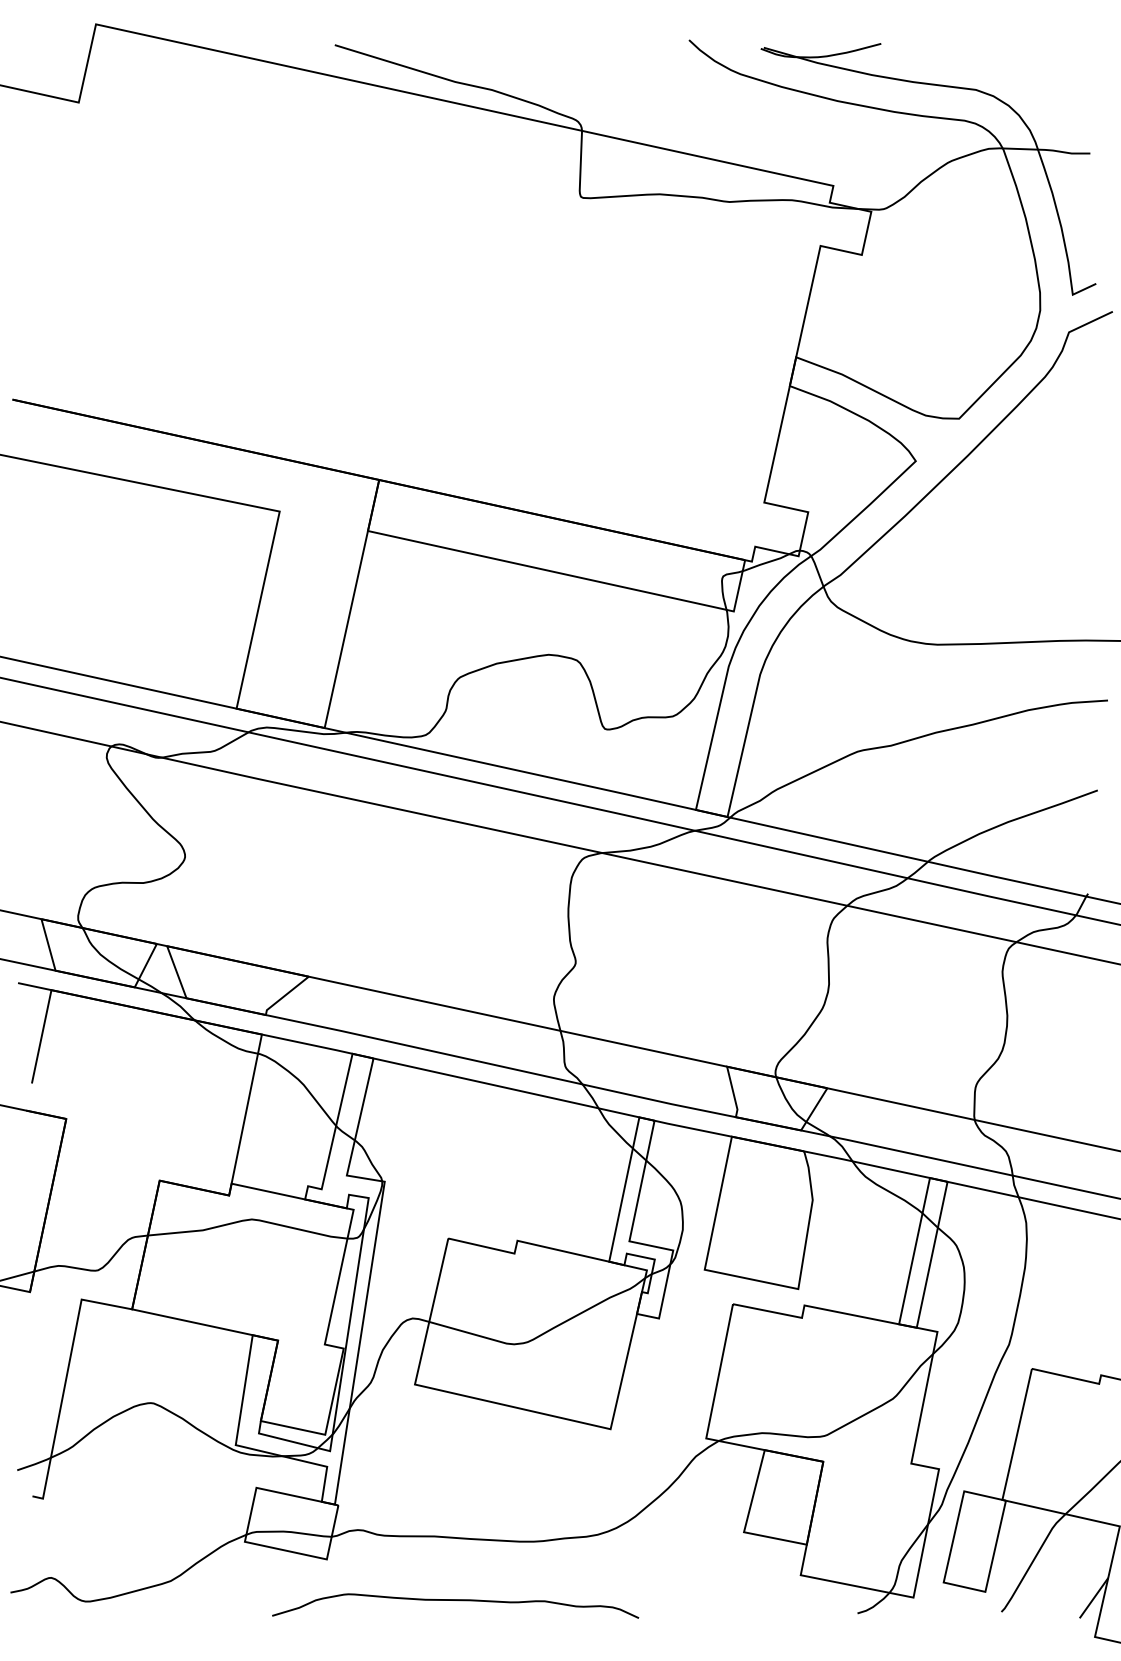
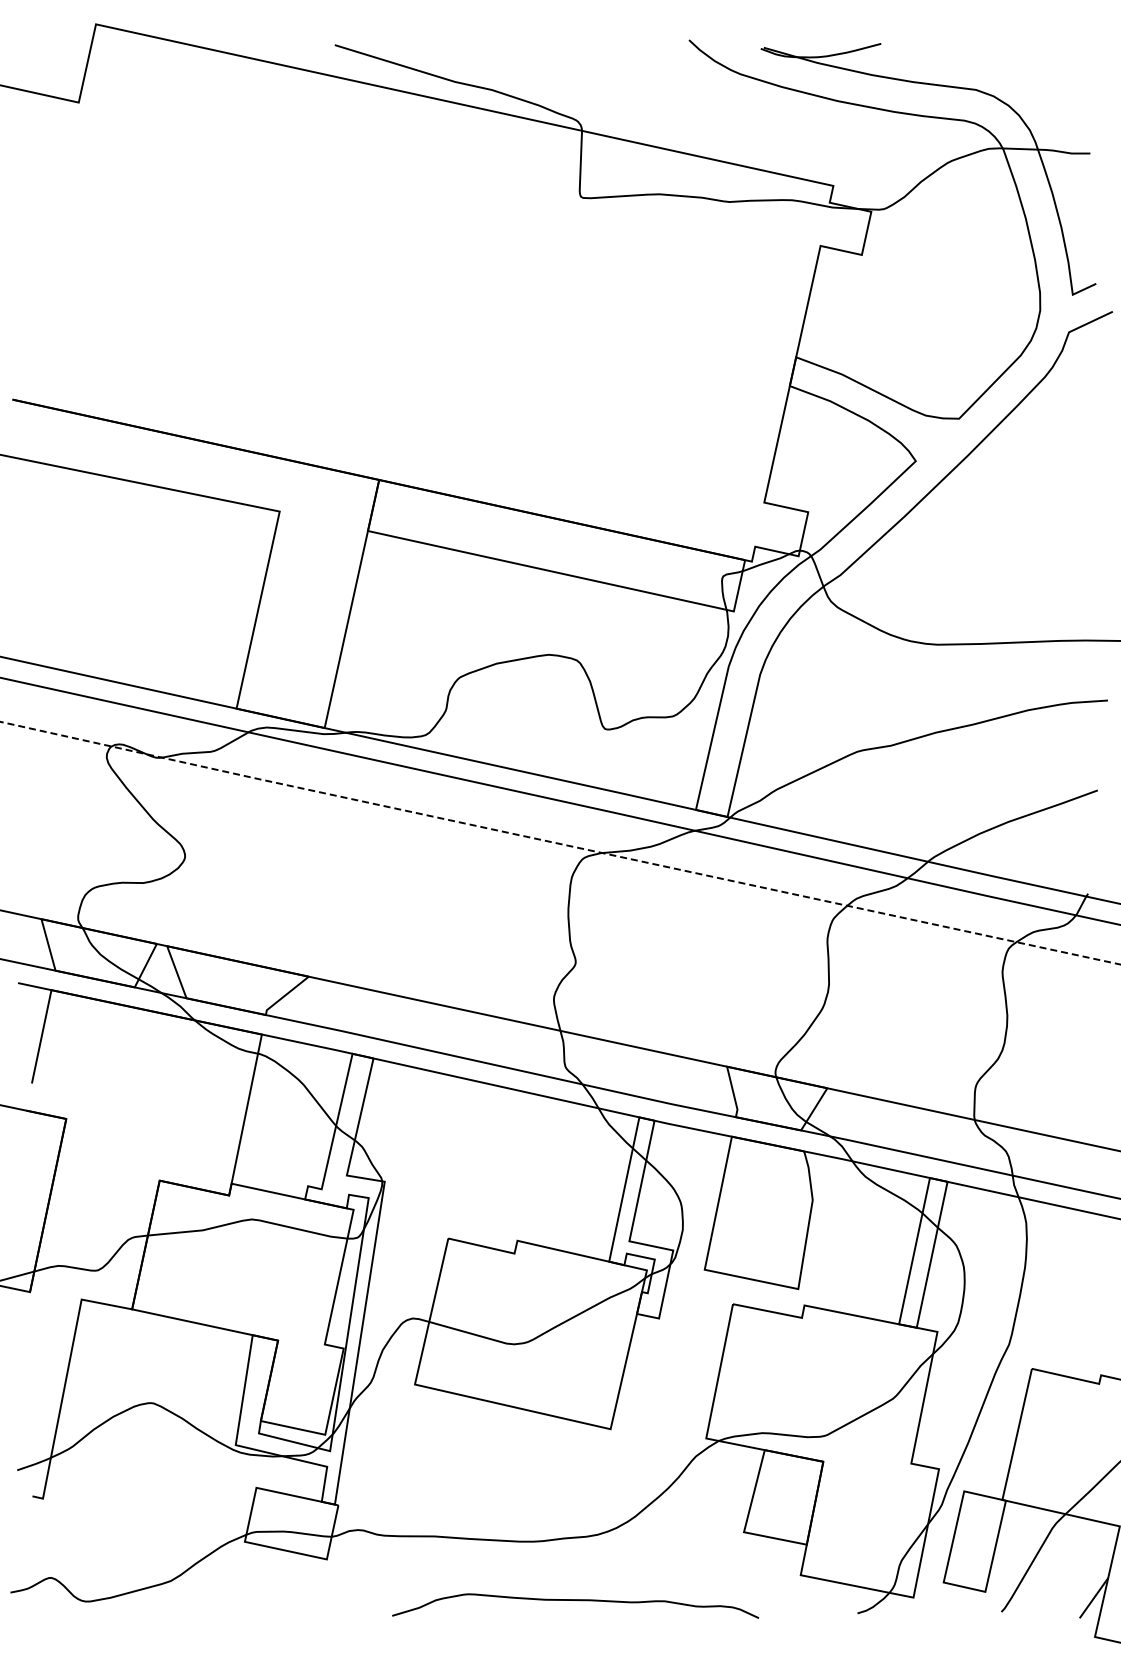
line at (560, 843): solid -> dashed
curve at (455, 1600) position: (455, 1600) -> (575, 1600)
